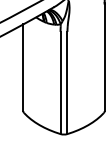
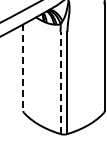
line at (23, 68): solid -> dashed
line at (60, 82): solid -> dashed
